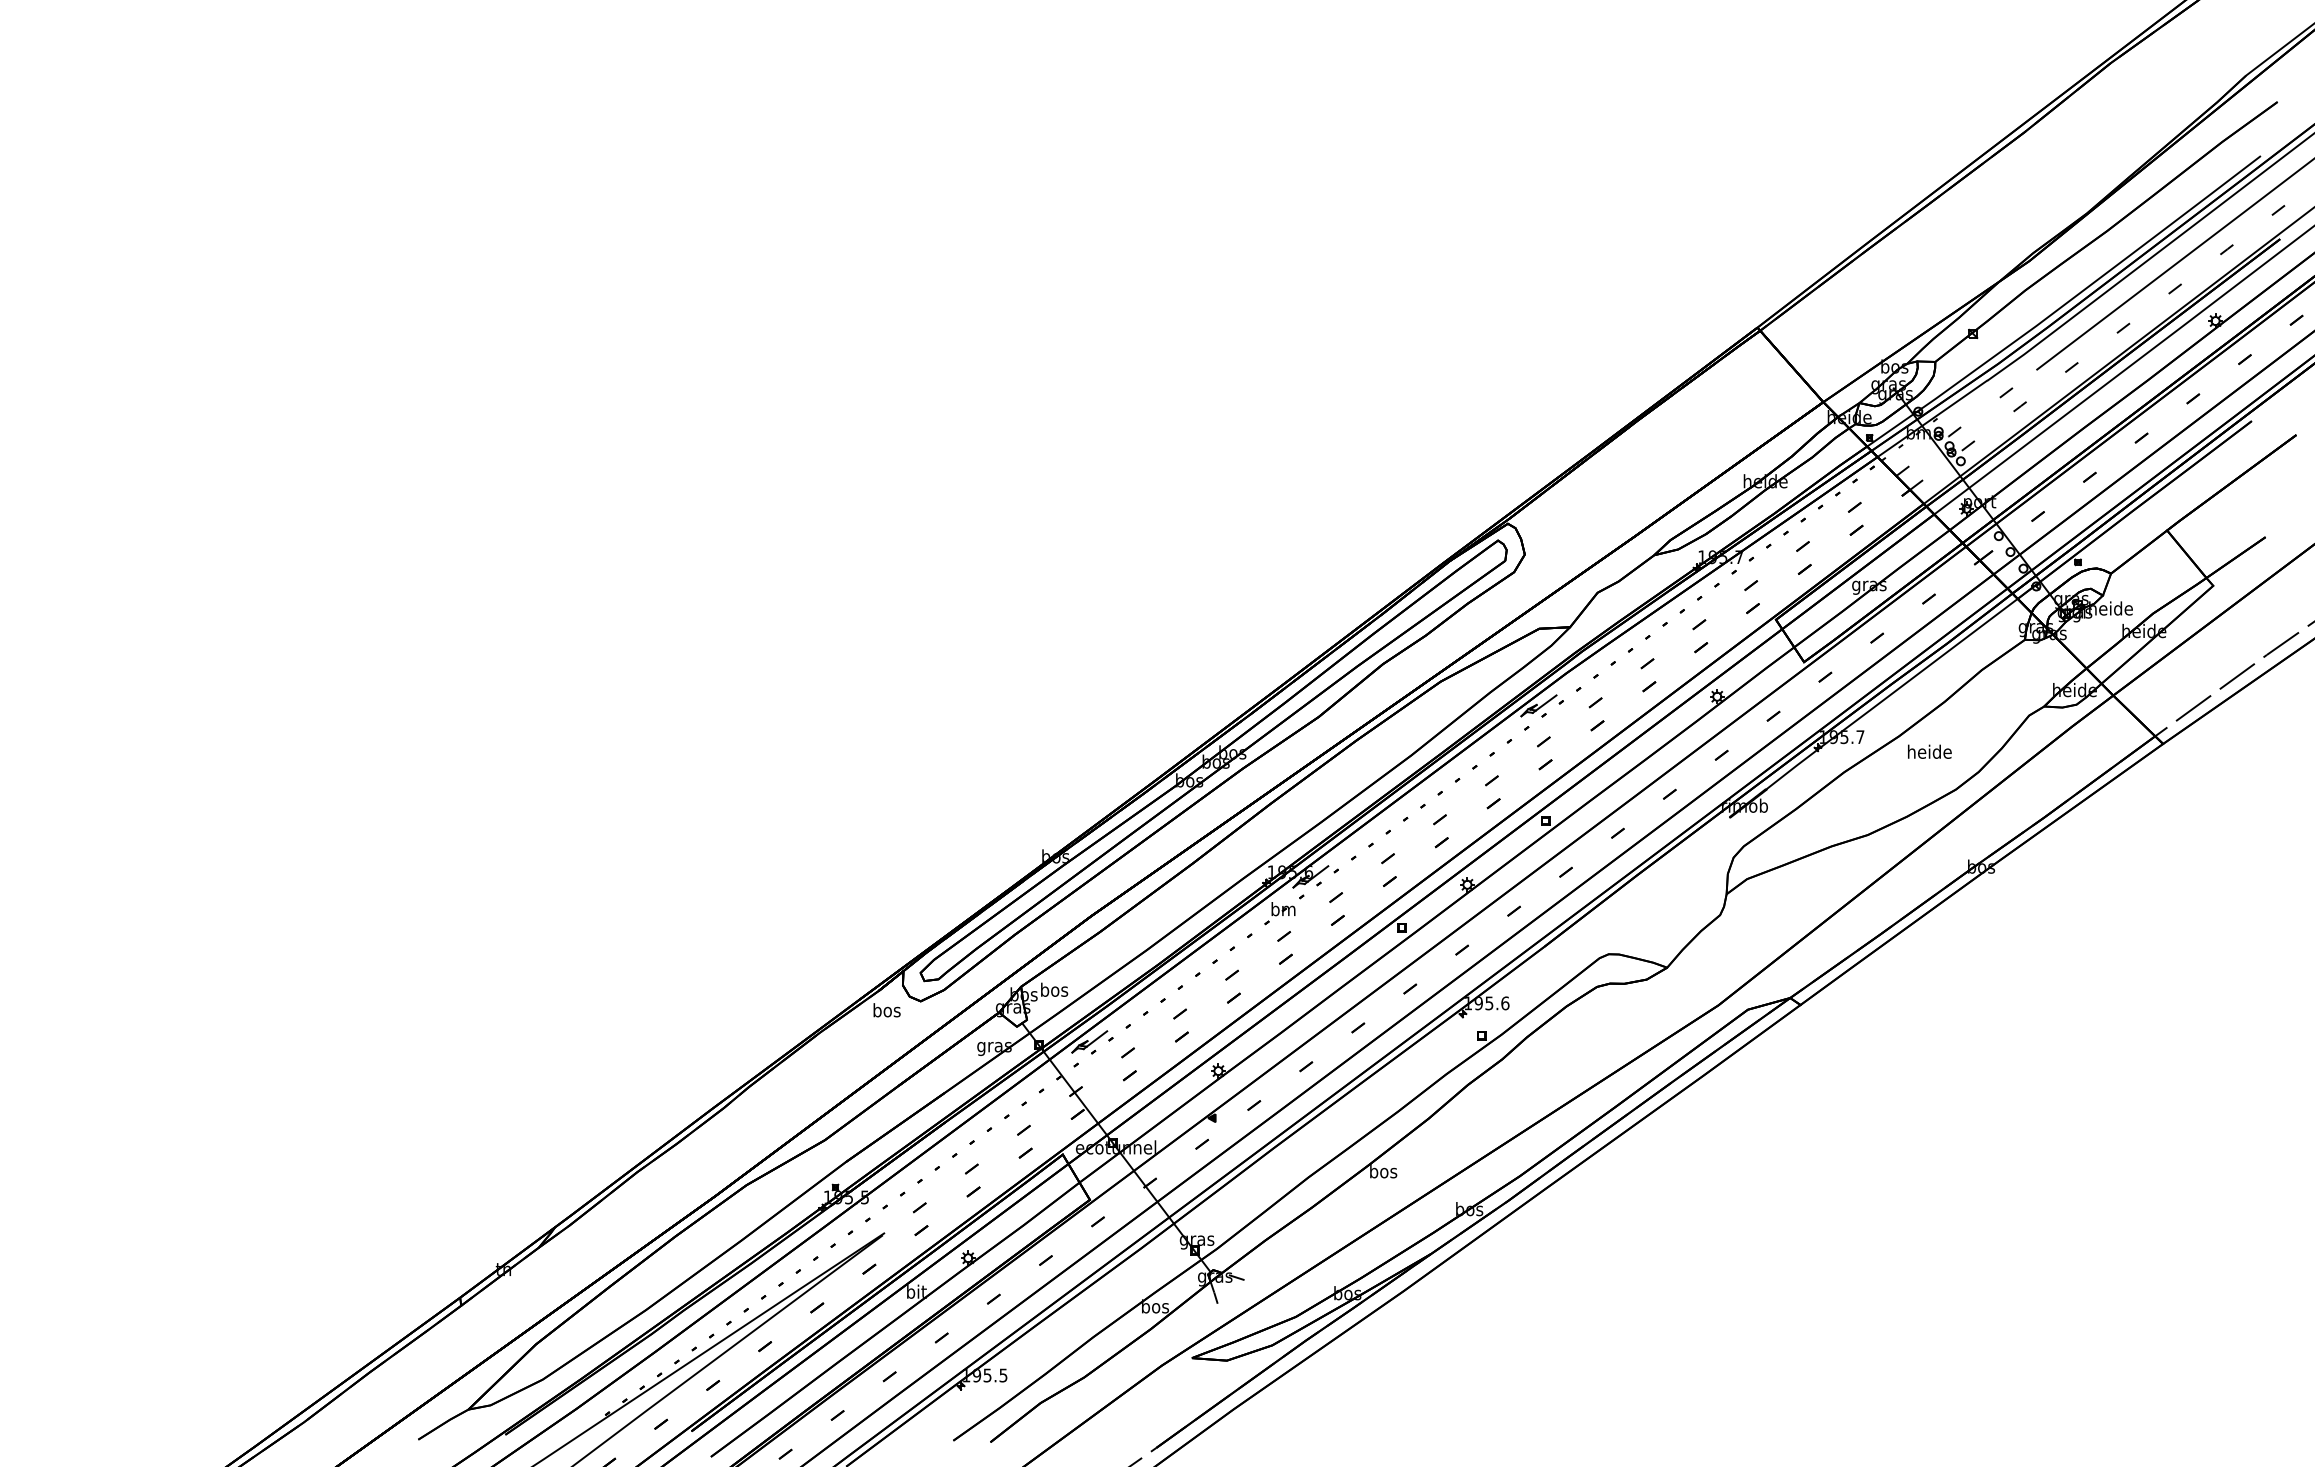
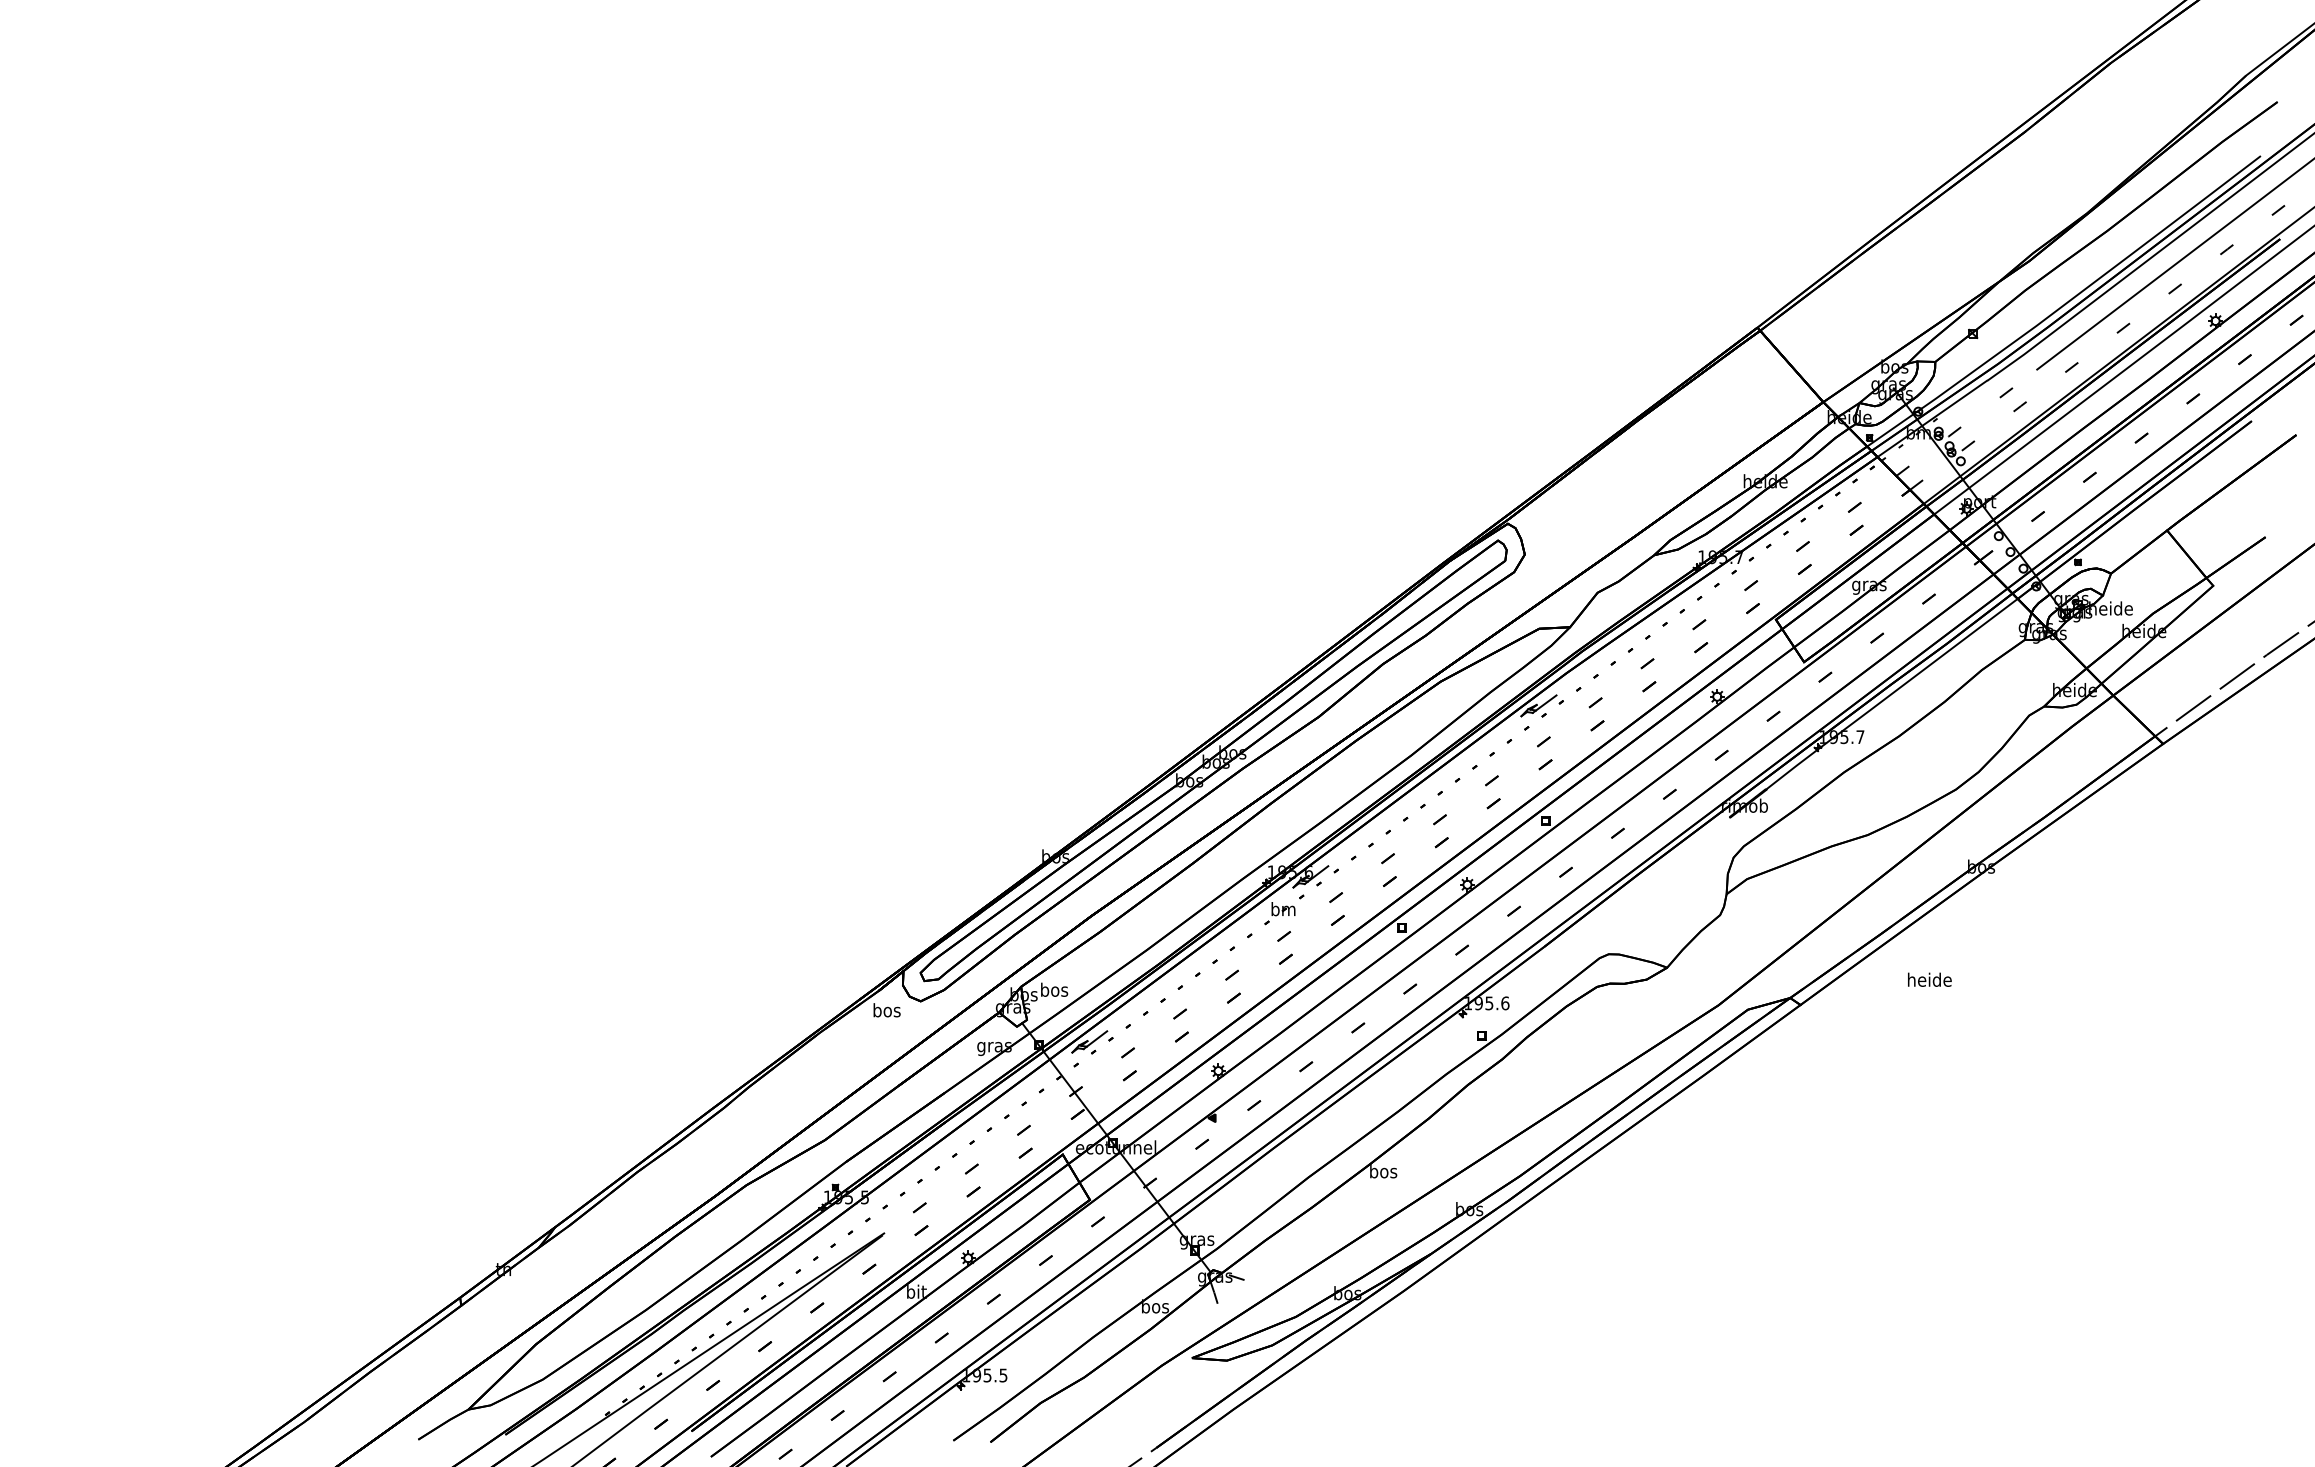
text at (1929, 751) position: (1929, 751) -> (1929, 979)
